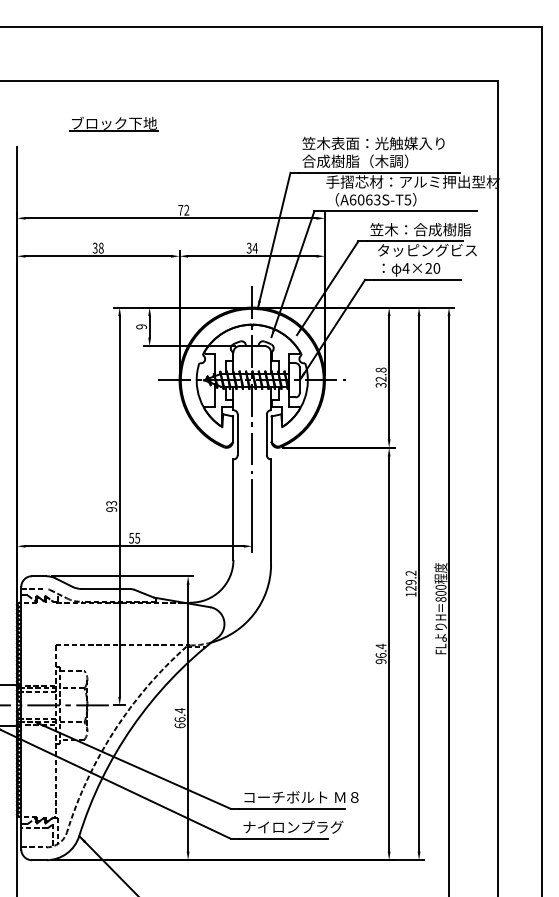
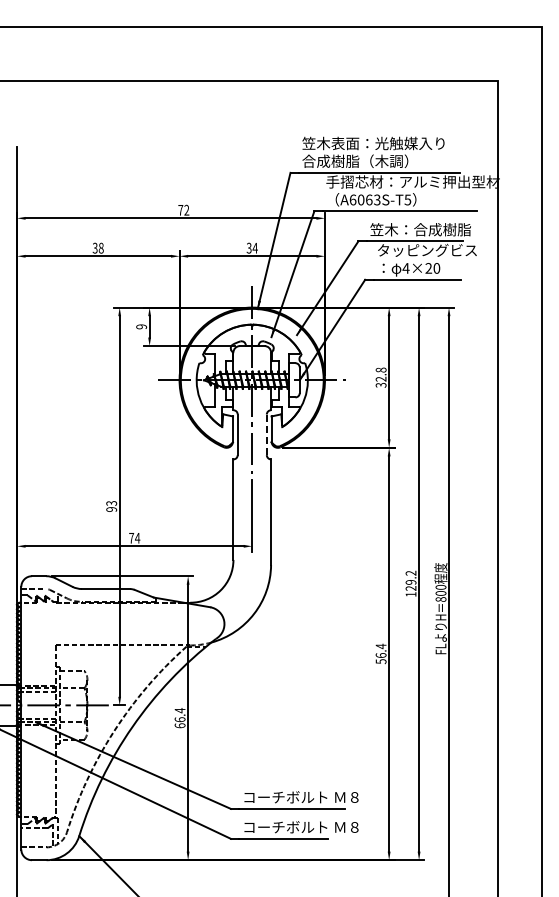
part at (113, 123): present -> none
line at (266, 434): solid -> dashed
text at (134, 538): 55 -> 74
text at (380, 661): 96.4 -> 56.4
text at (300, 826): ナイロンプラグ -> コーチボルト Ｍ８
